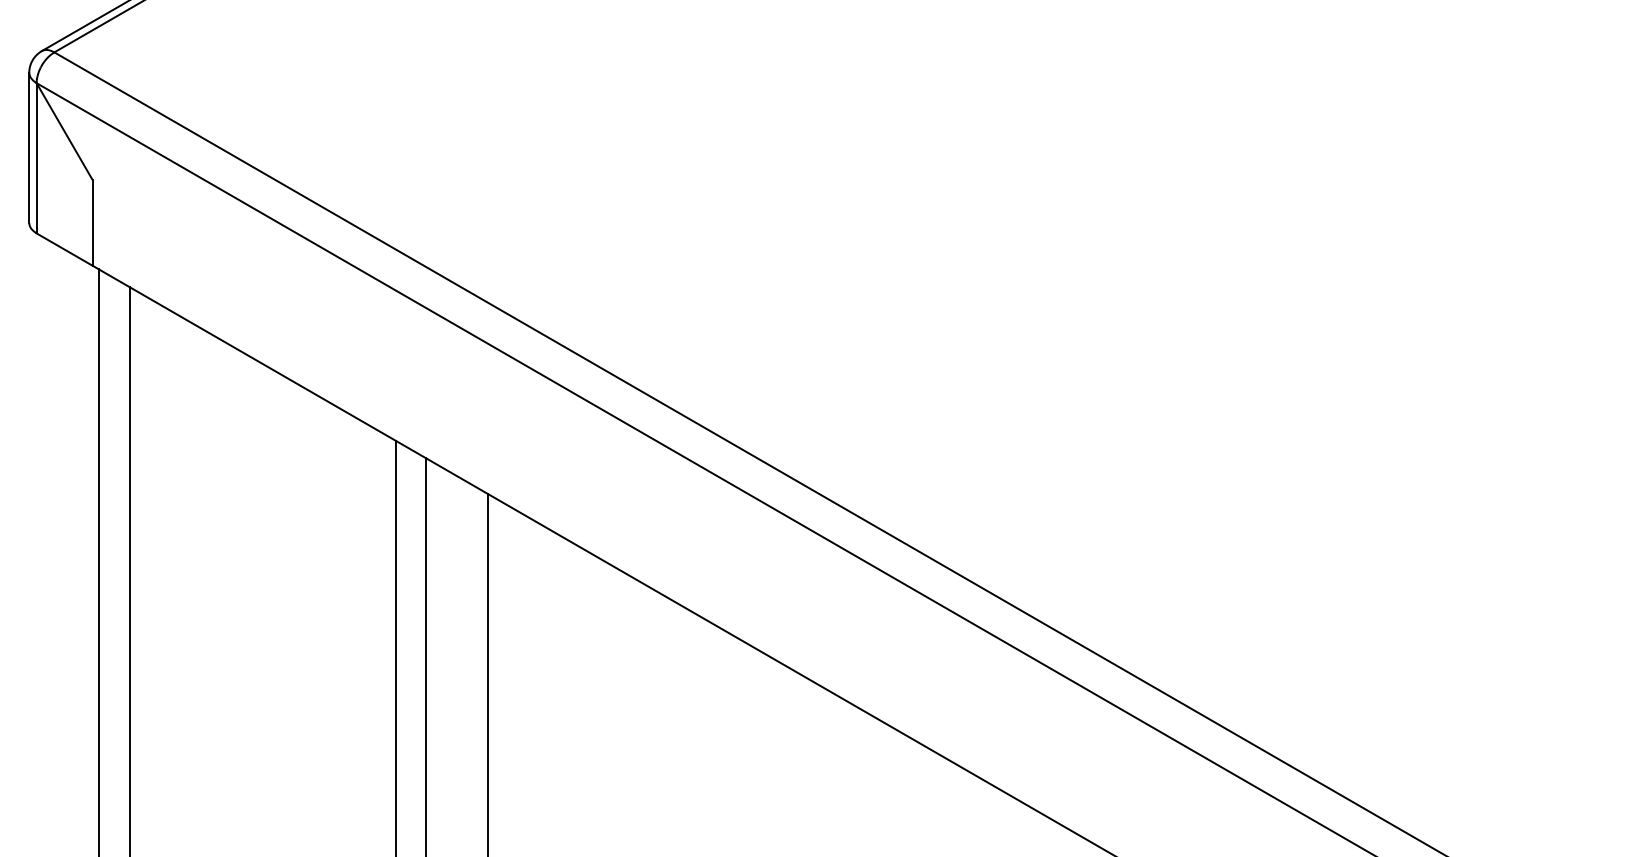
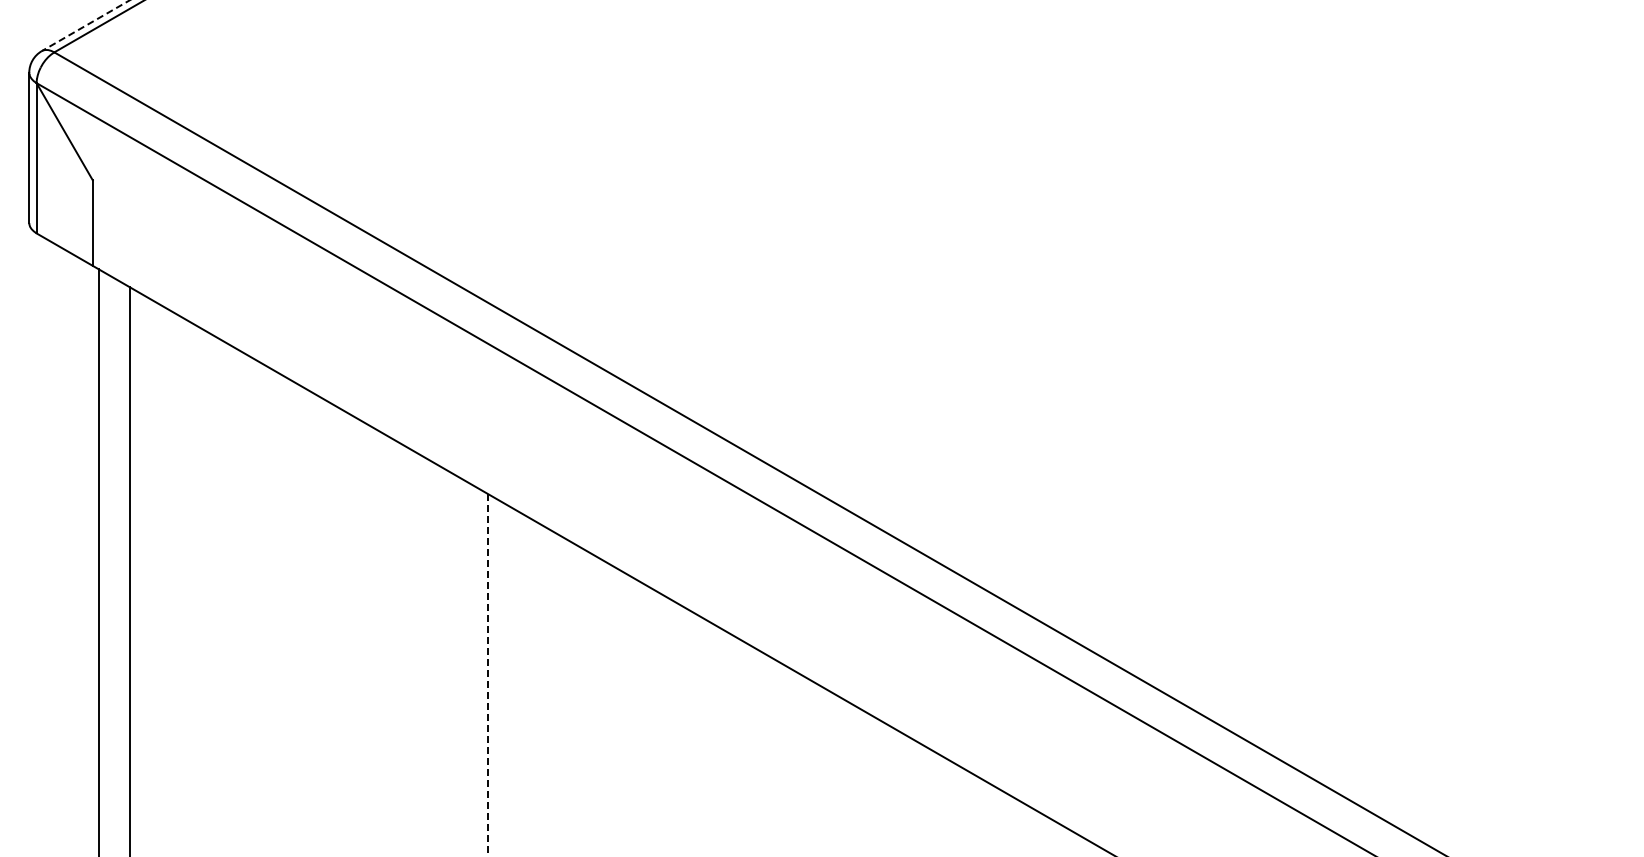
line at (85, 25): solid -> dashed
line at (396, 646): present -> none
line at (425, 655): present -> none
line at (488, 675): solid -> dashed
